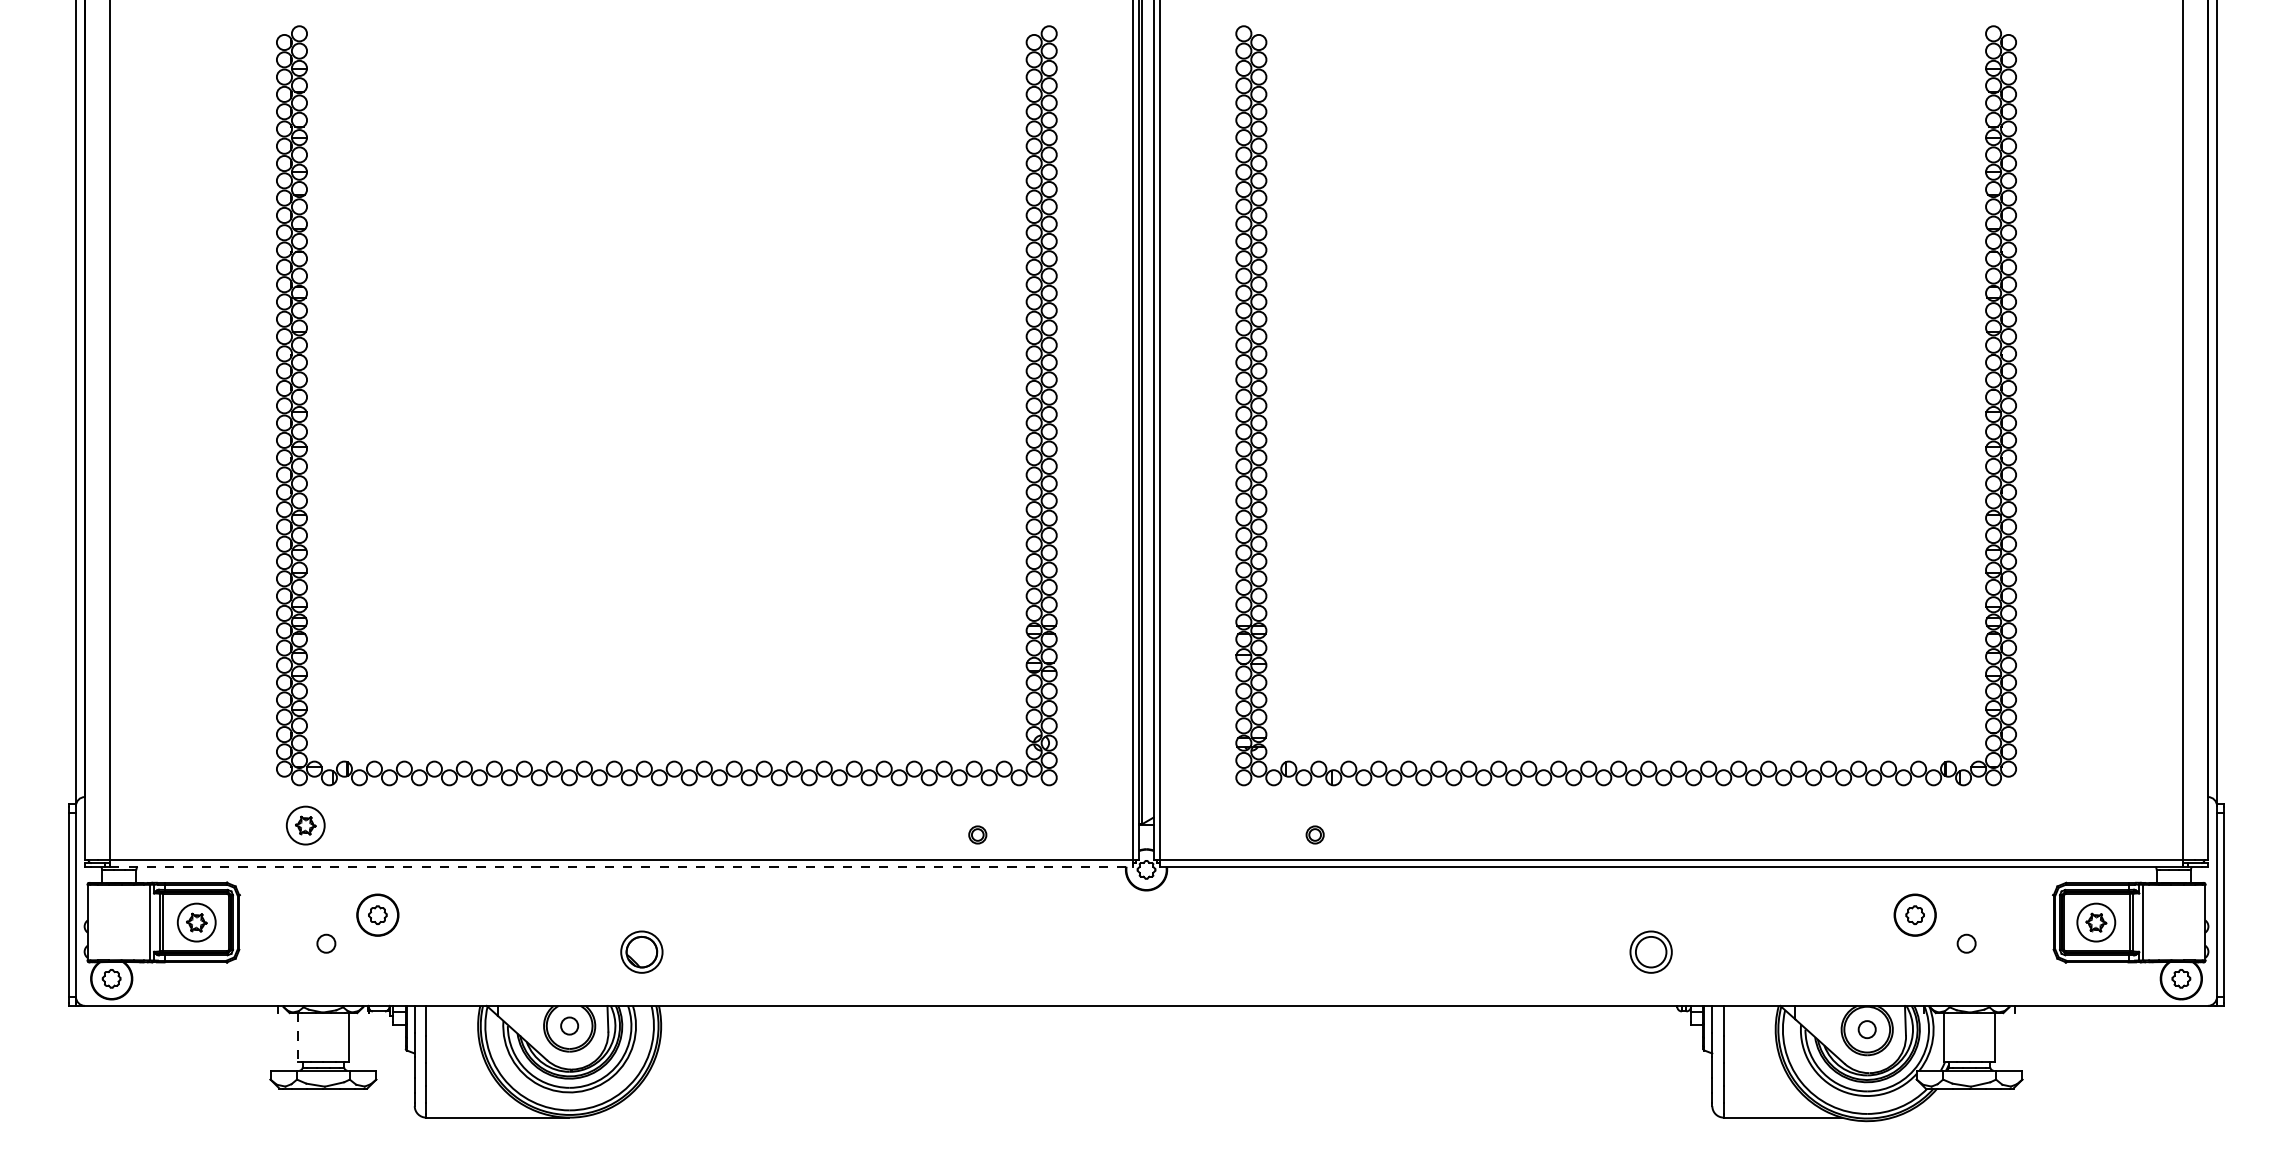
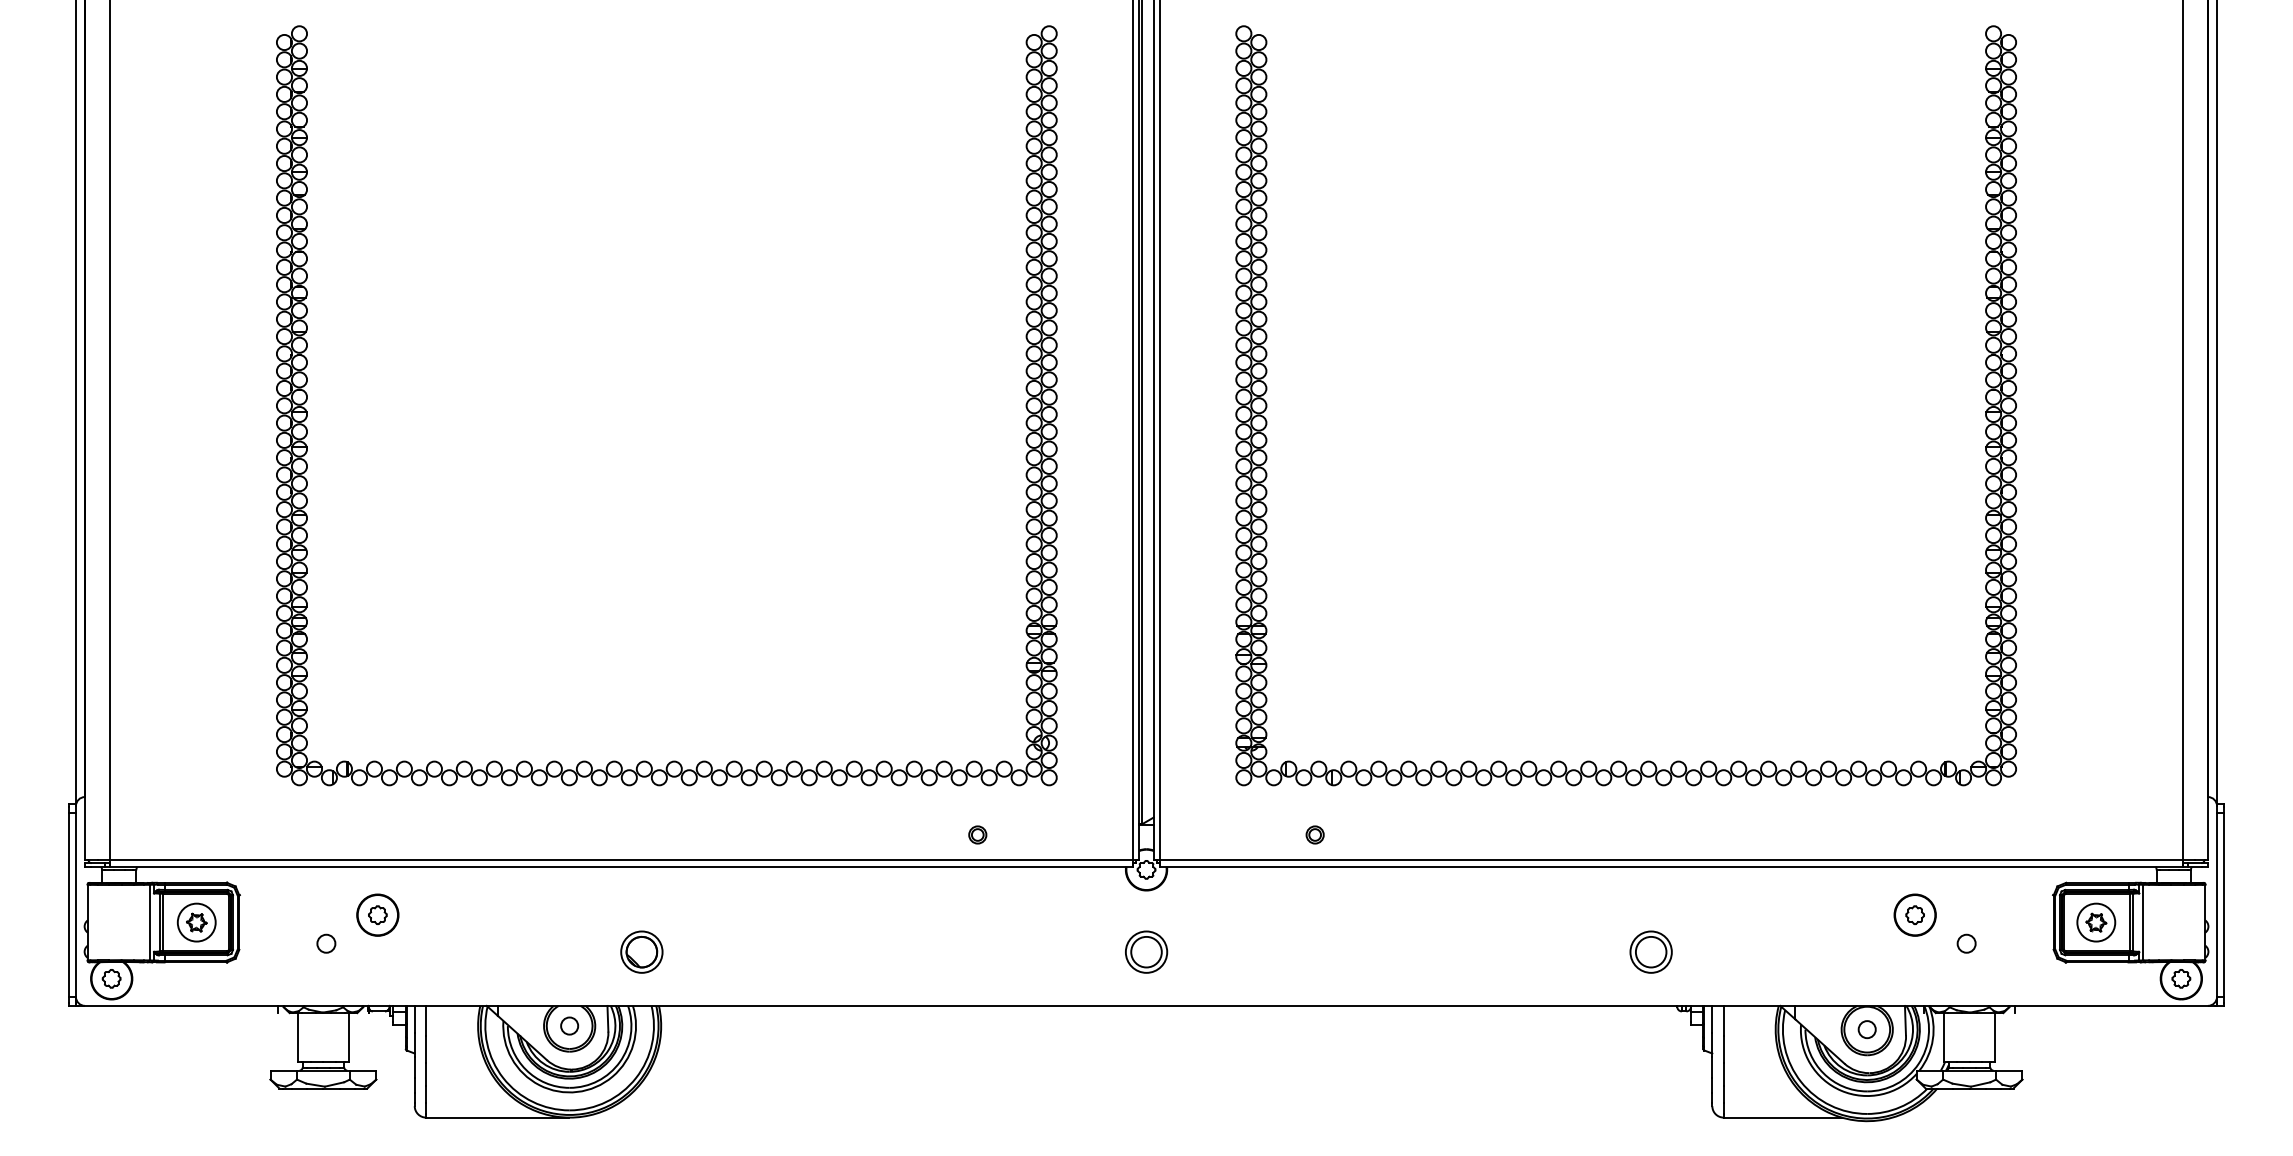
part at (305, 825): present -> none
line at (622, 866): dashed -> solid
part at (1146, 951): none -> present
line at (298, 1037): dashed -> solid
